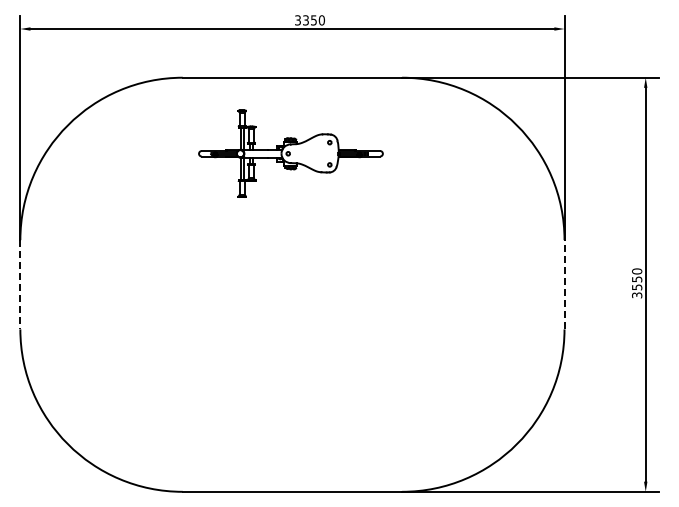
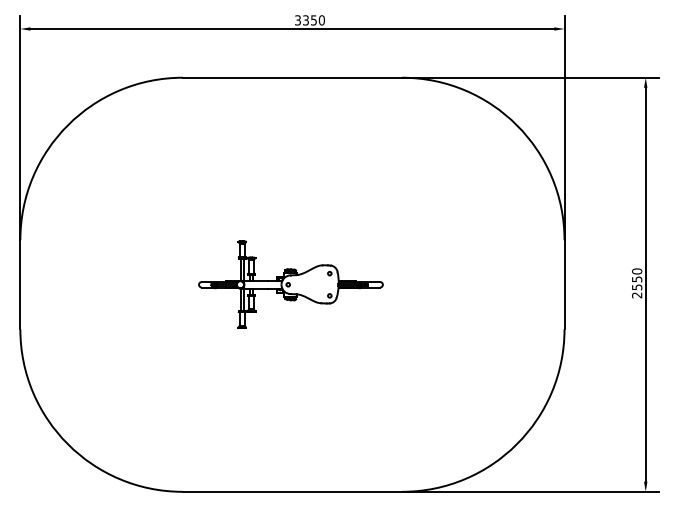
part at (290, 153) position: (290, 153) -> (290, 284)
line at (20, 284): dashed -> solid
line at (564, 284): dashed -> solid
text at (637, 295): 3550 -> 2550
